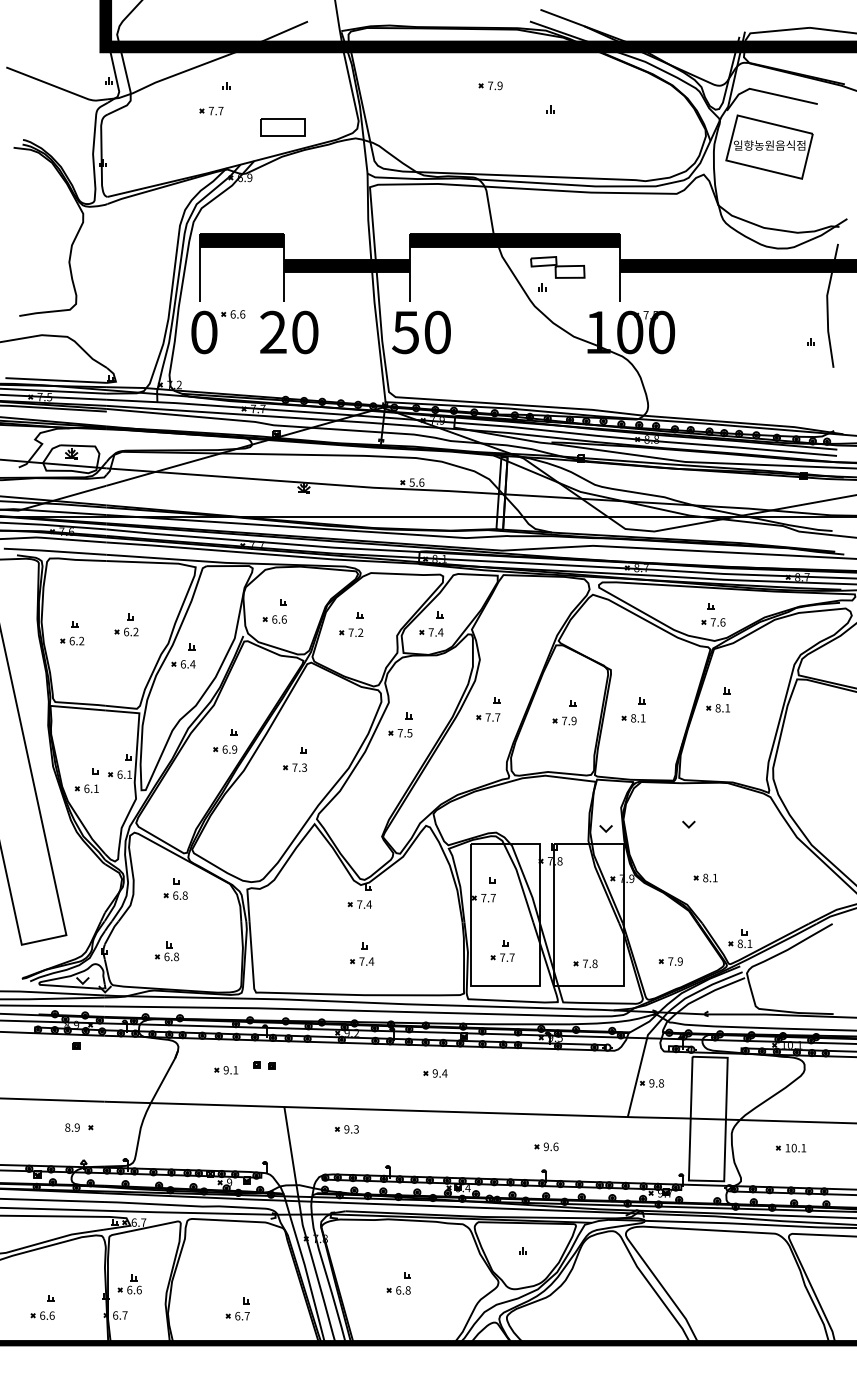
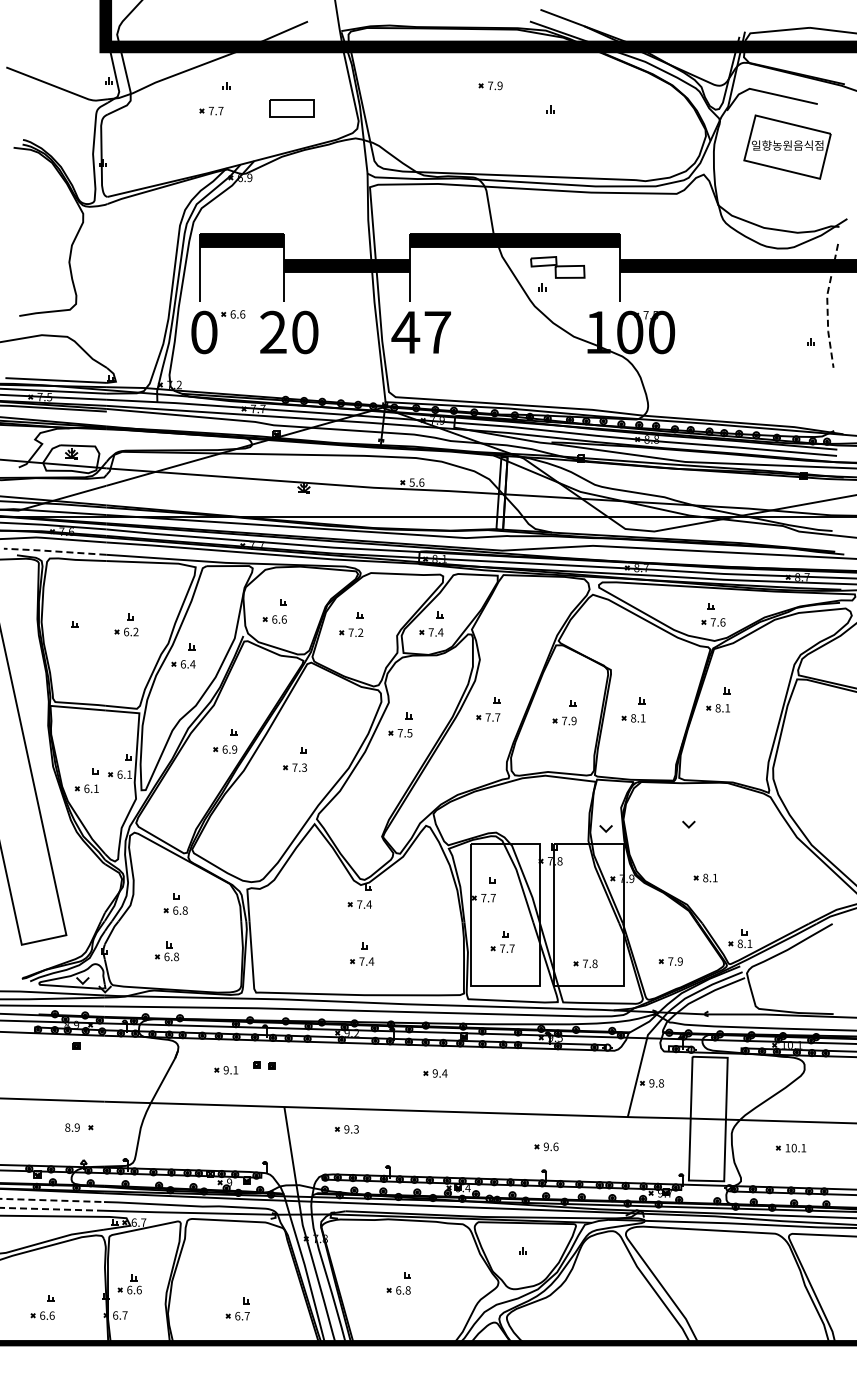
part at (282, 127) position: (282, 127) -> (291, 108)
part at (769, 146) position: (769, 146) -> (787, 146)
line at (827, 305): solid -> dashed
text at (421, 332): 50 -> 47
line at (54, 551): solid -> dashed
part at (72, 640): present -> none
part at (175, 888) position: (175, 888) -> (175, 903)
part at (502, 950) position: (502, 950) -> (502, 941)
line at (52, 1200): solid -> dashed
line at (52, 1209): solid -> dashed
